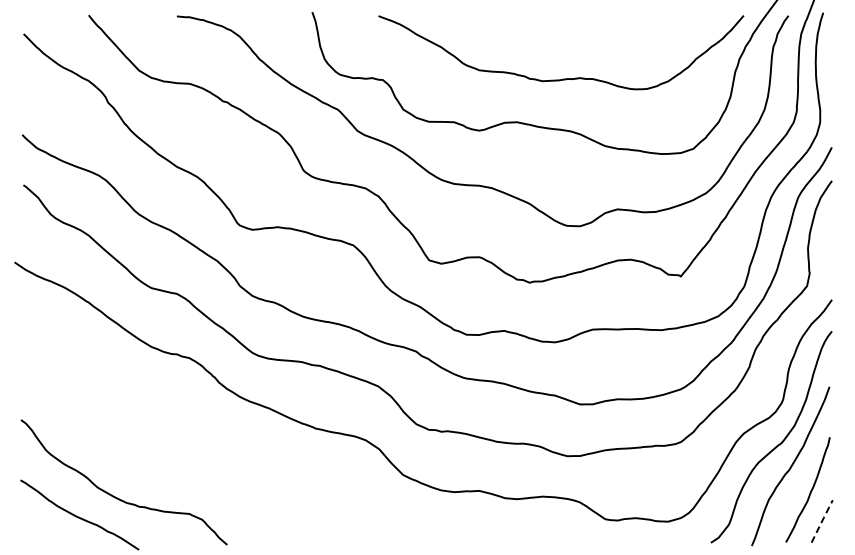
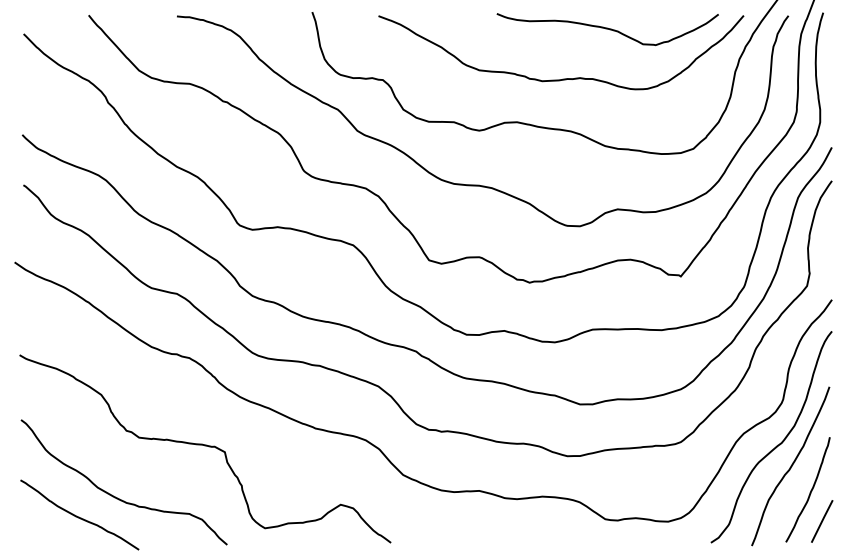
curve at (607, 29): none -> present
curve at (205, 446): none -> present
line at (822, 520): dashed -> solid
